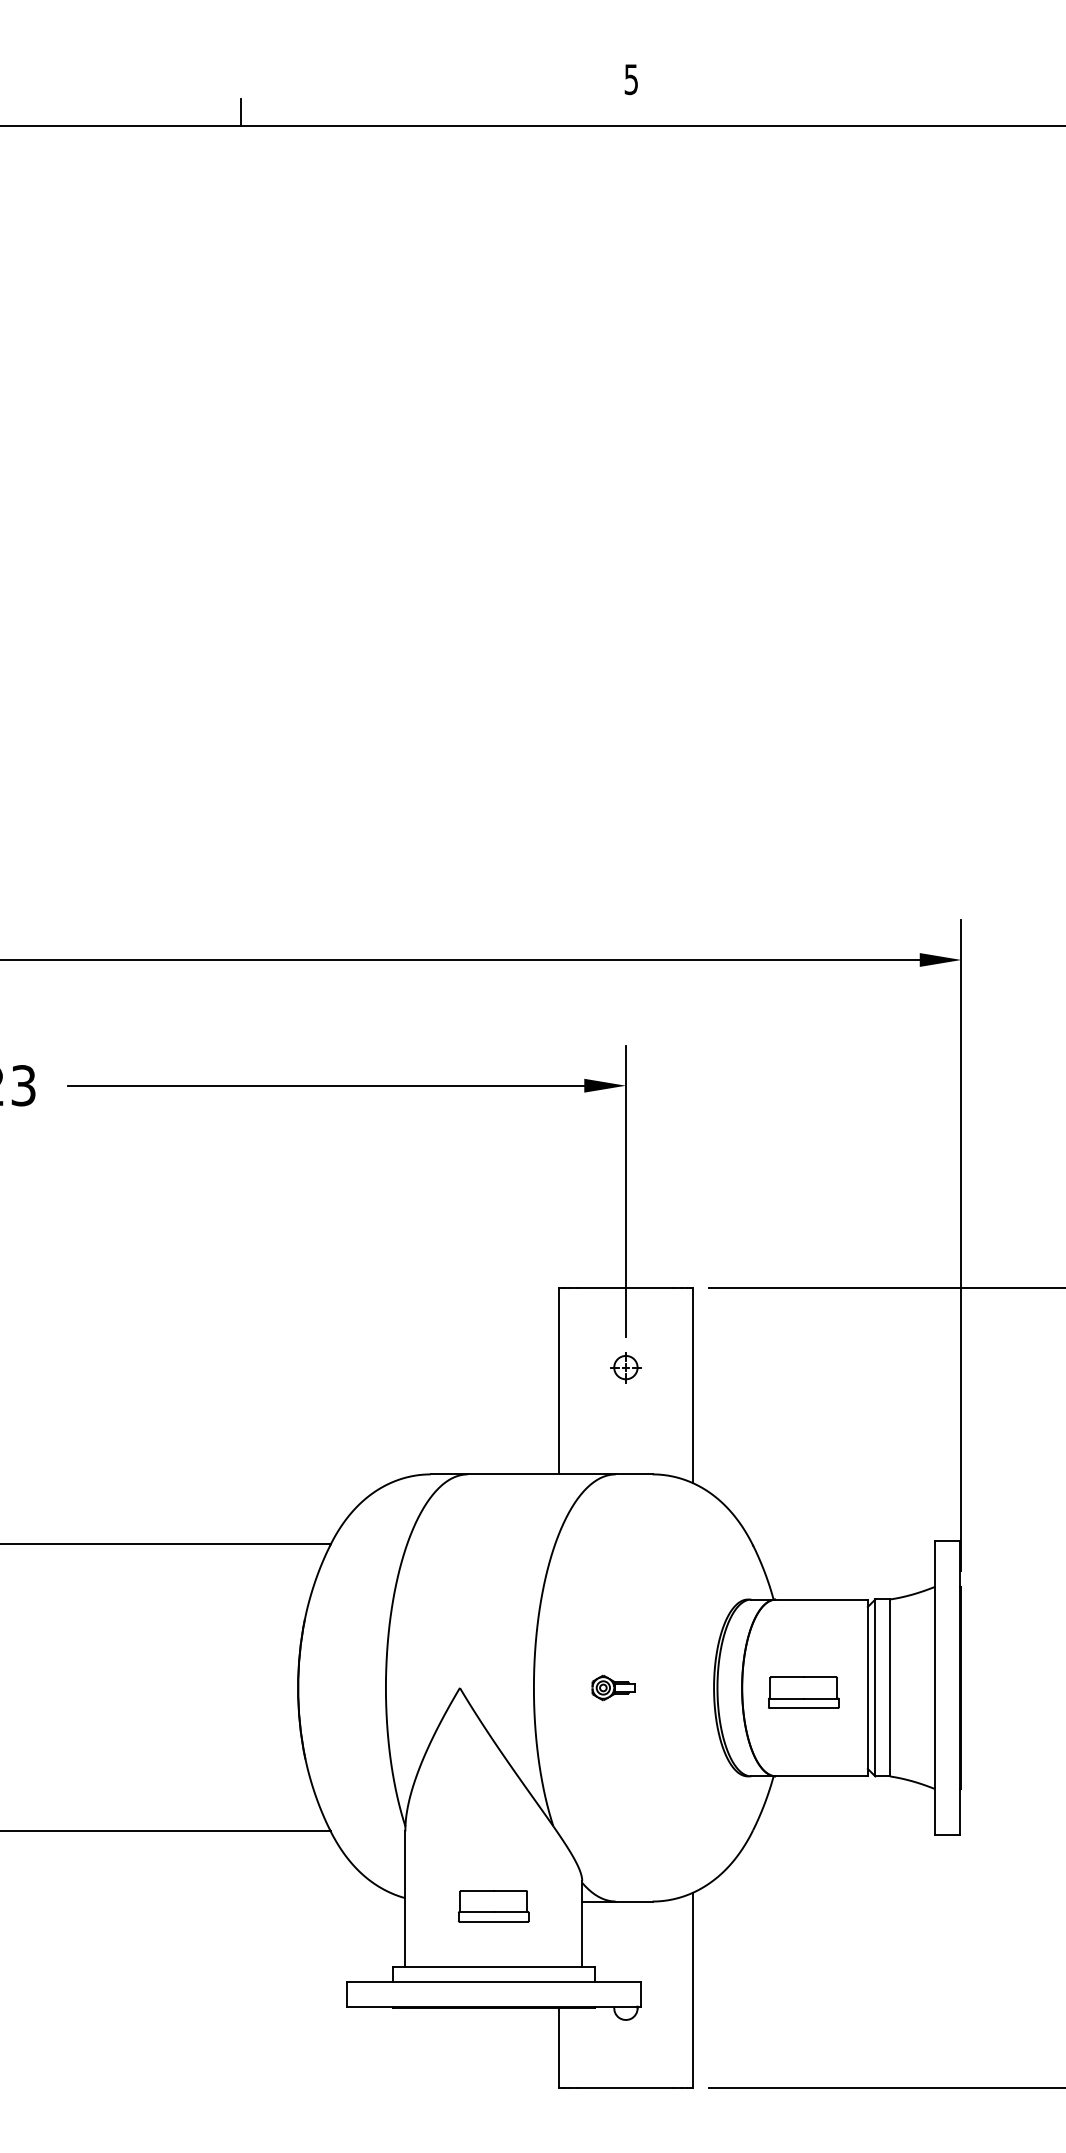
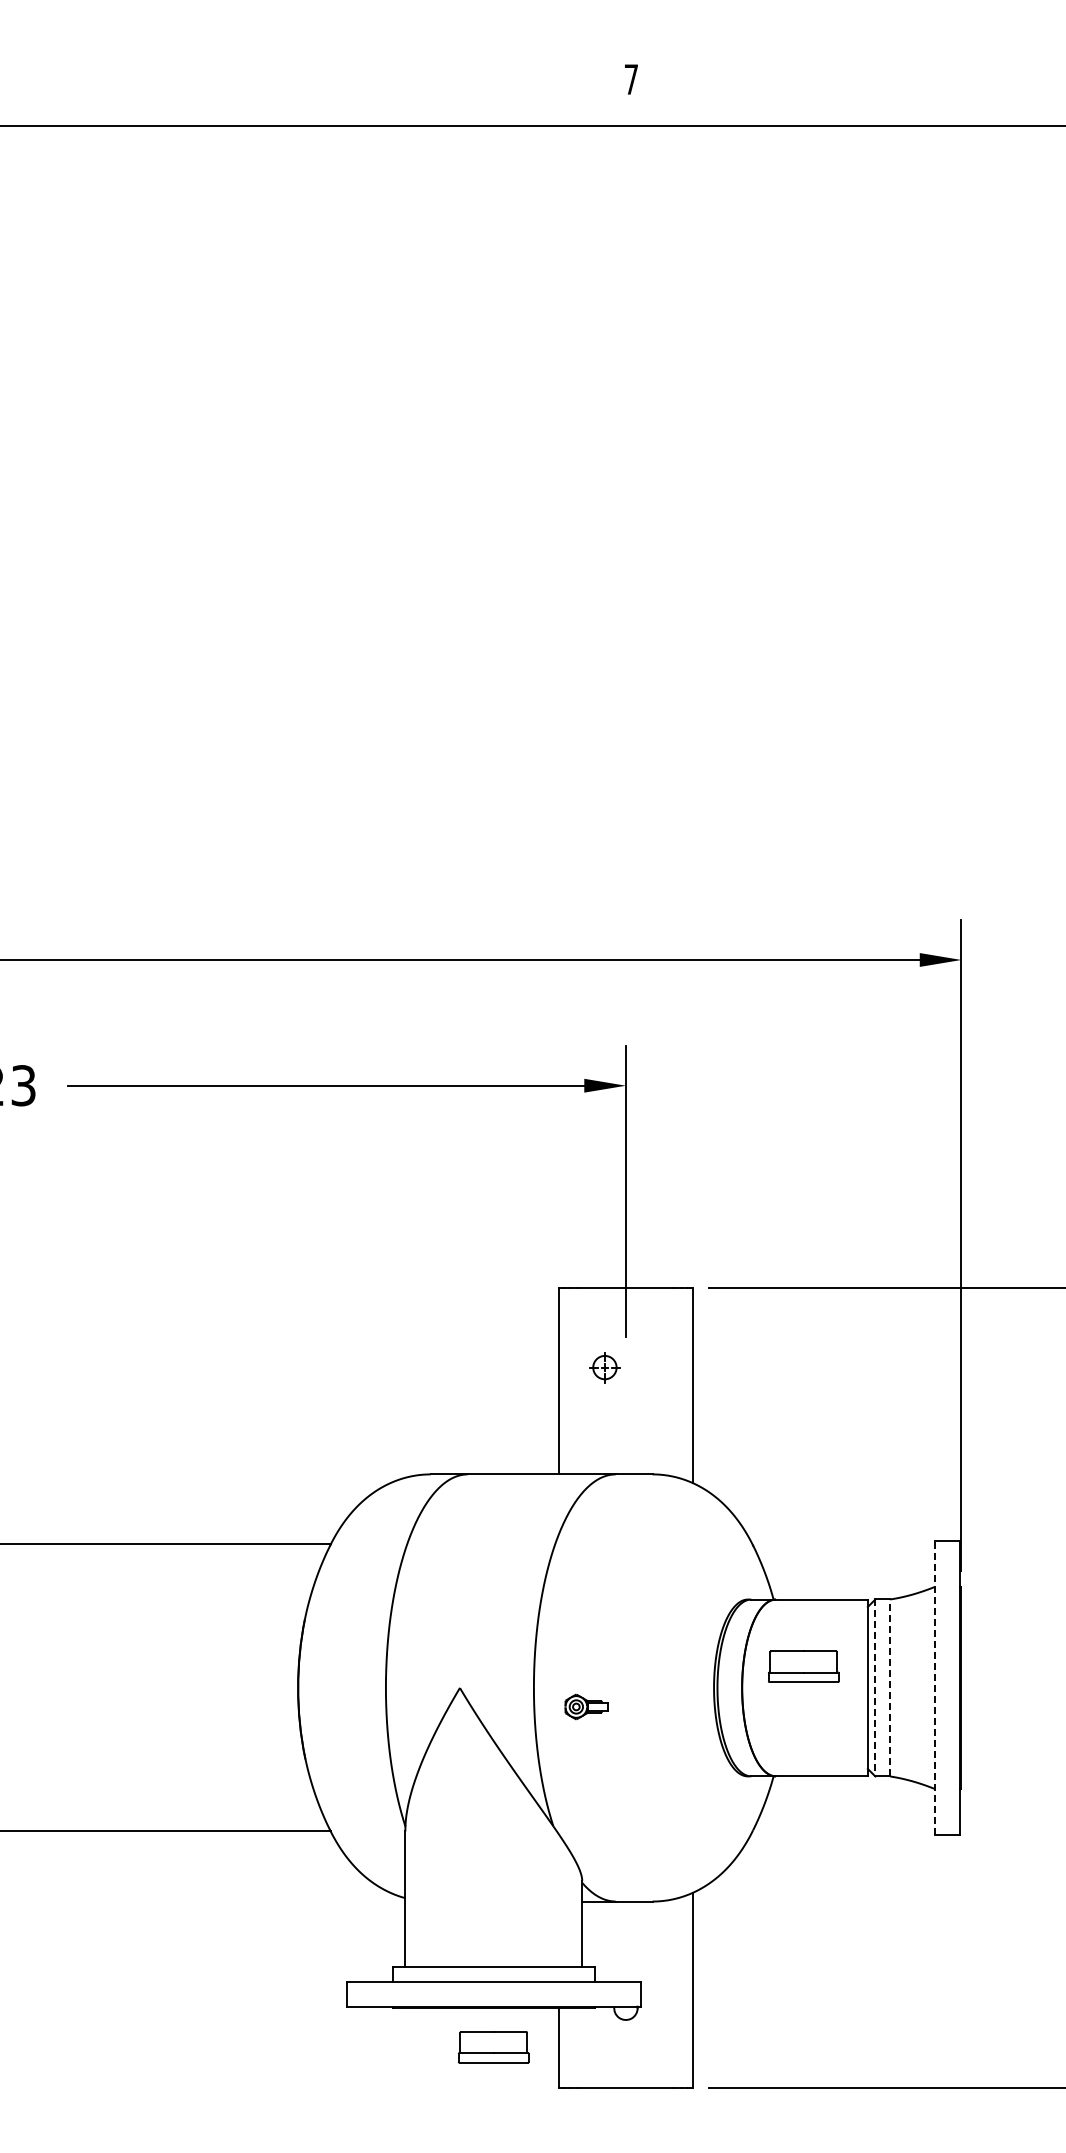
text at (630, 79): 5 -> 7
line at (241, 111): present -> none
part at (625, 1367) position: (625, 1367) -> (604, 1367)
part at (613, 1687) position: (613, 1687) -> (586, 1706)
line at (890, 1687): solid -> dashed
line at (934, 1687): solid -> dashed
line at (875, 1688): solid -> dashed
part at (803, 1692) position: (803, 1692) -> (803, 1666)
part at (493, 1906) position: (493, 1906) -> (493, 2047)
